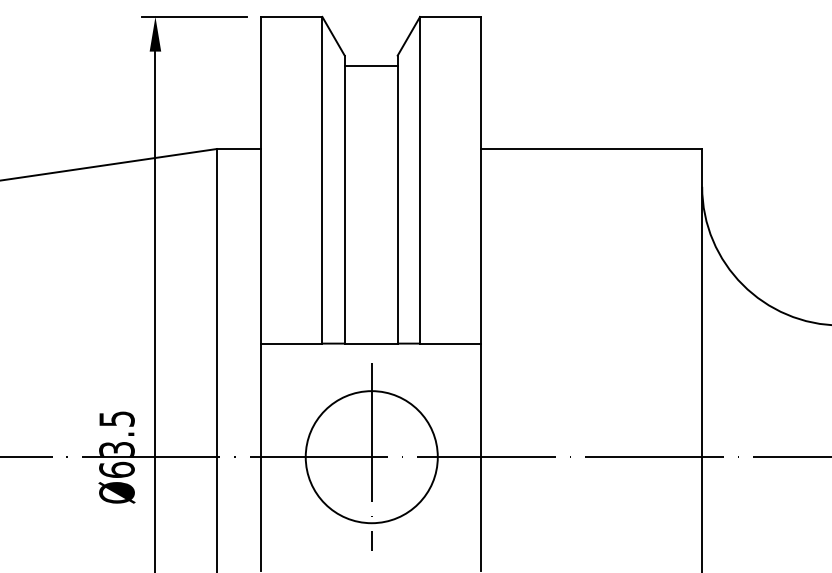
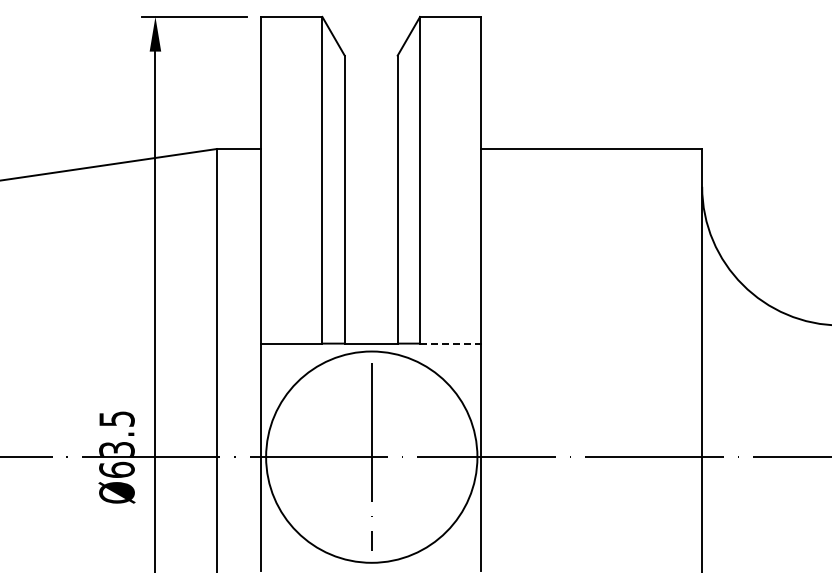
line at (370, 66): present -> none
line at (451, 343): solid -> dashed
circle at (371, 457) diameter: 132 px -> 211 px
